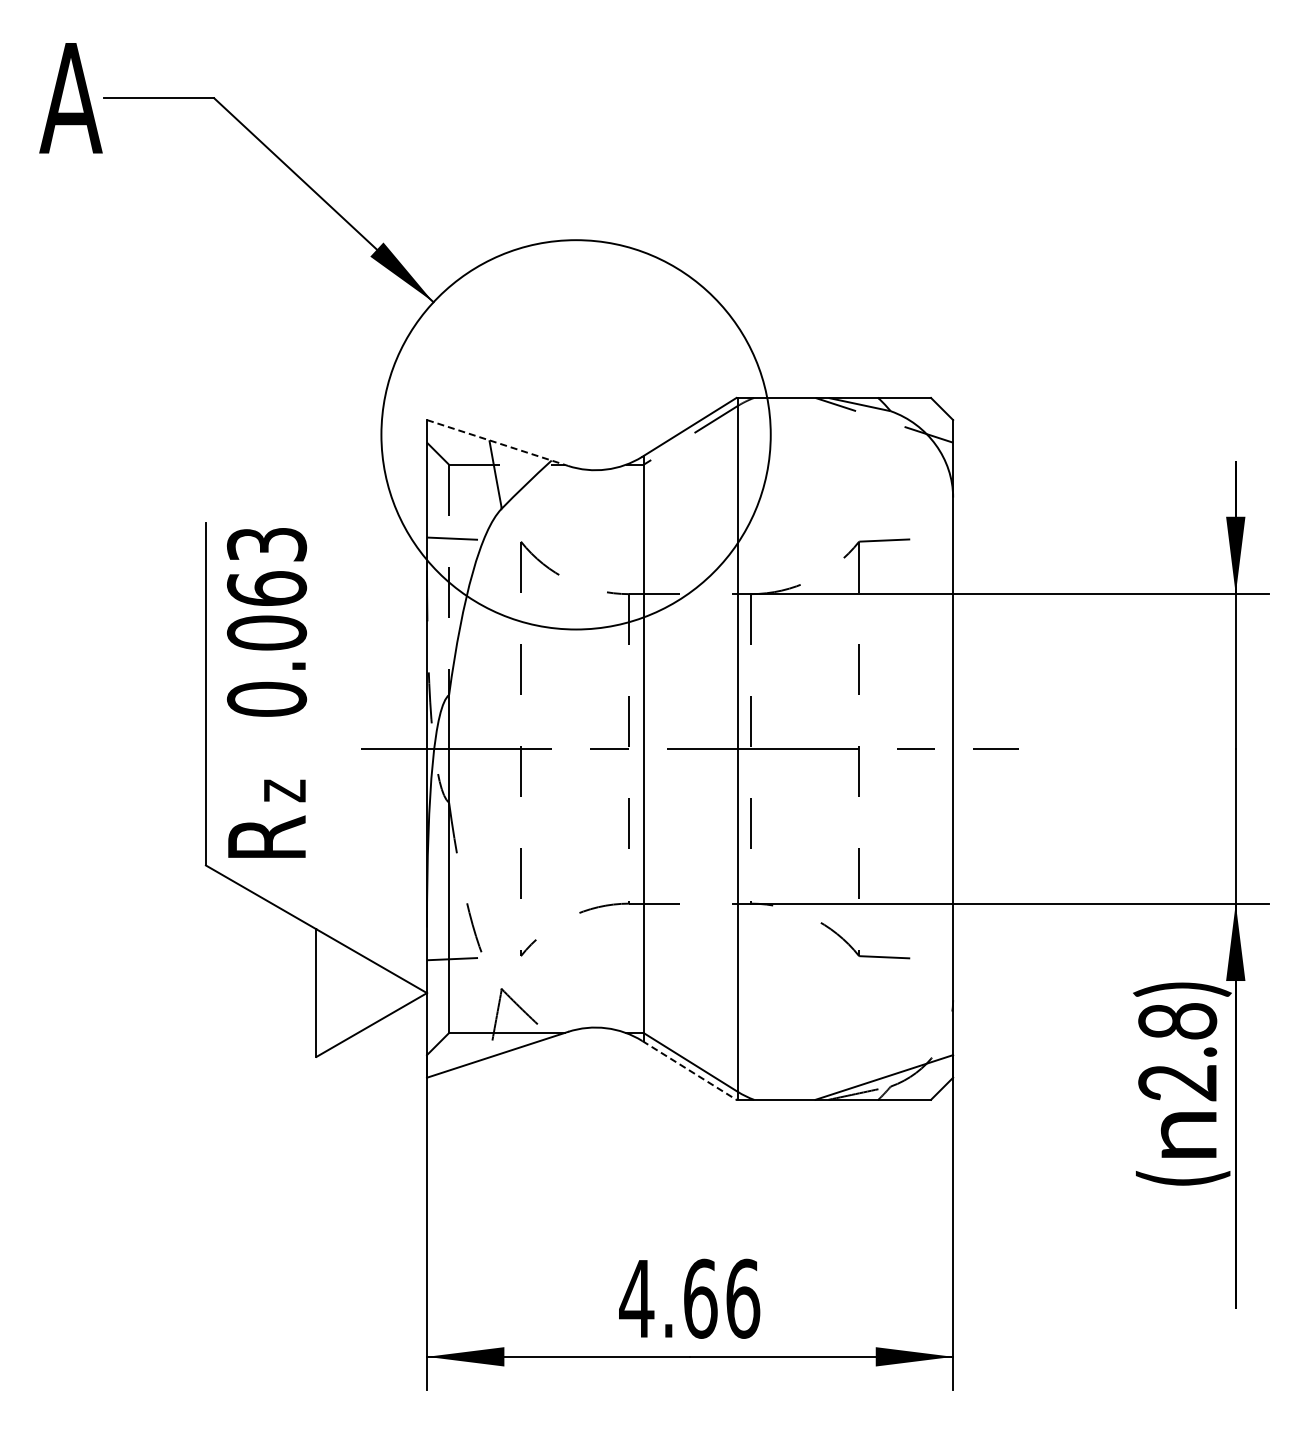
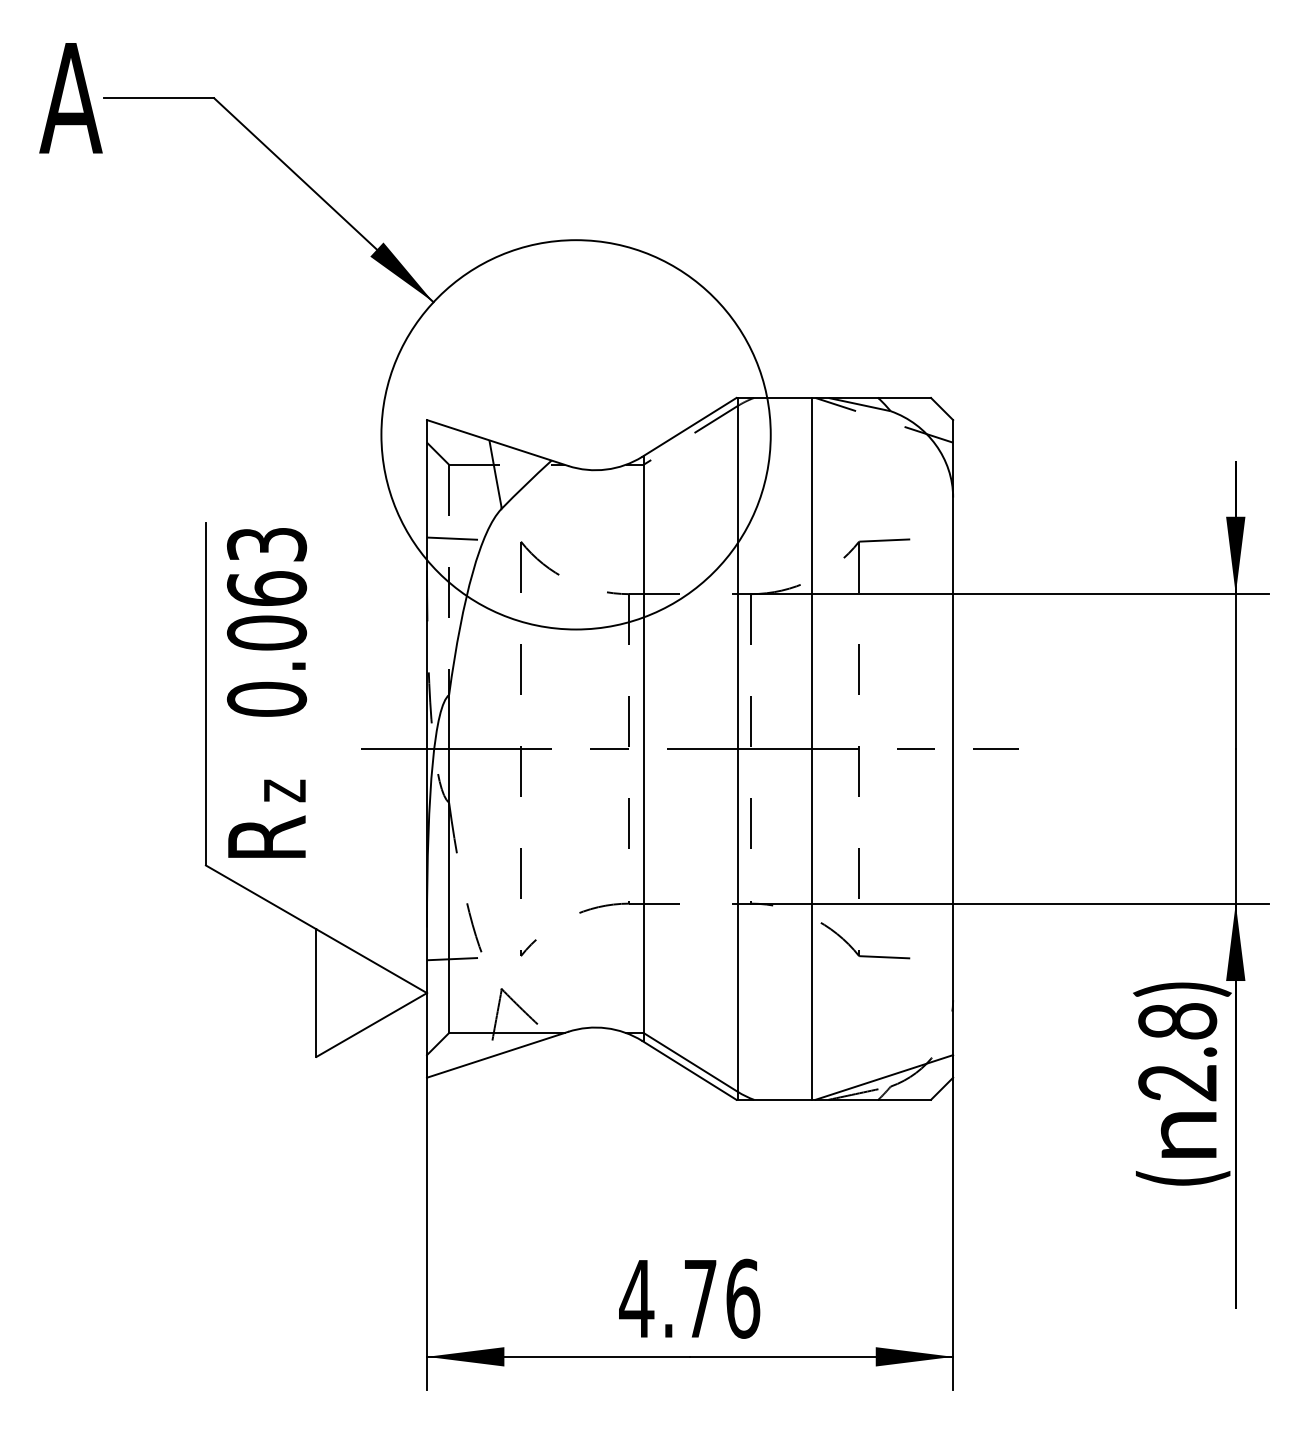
line at (498, 443): dashed -> solid
line at (812, 748): none -> present
line at (689, 1070): dashed -> solid
text at (700, 1298): 4.66 -> 4.76
